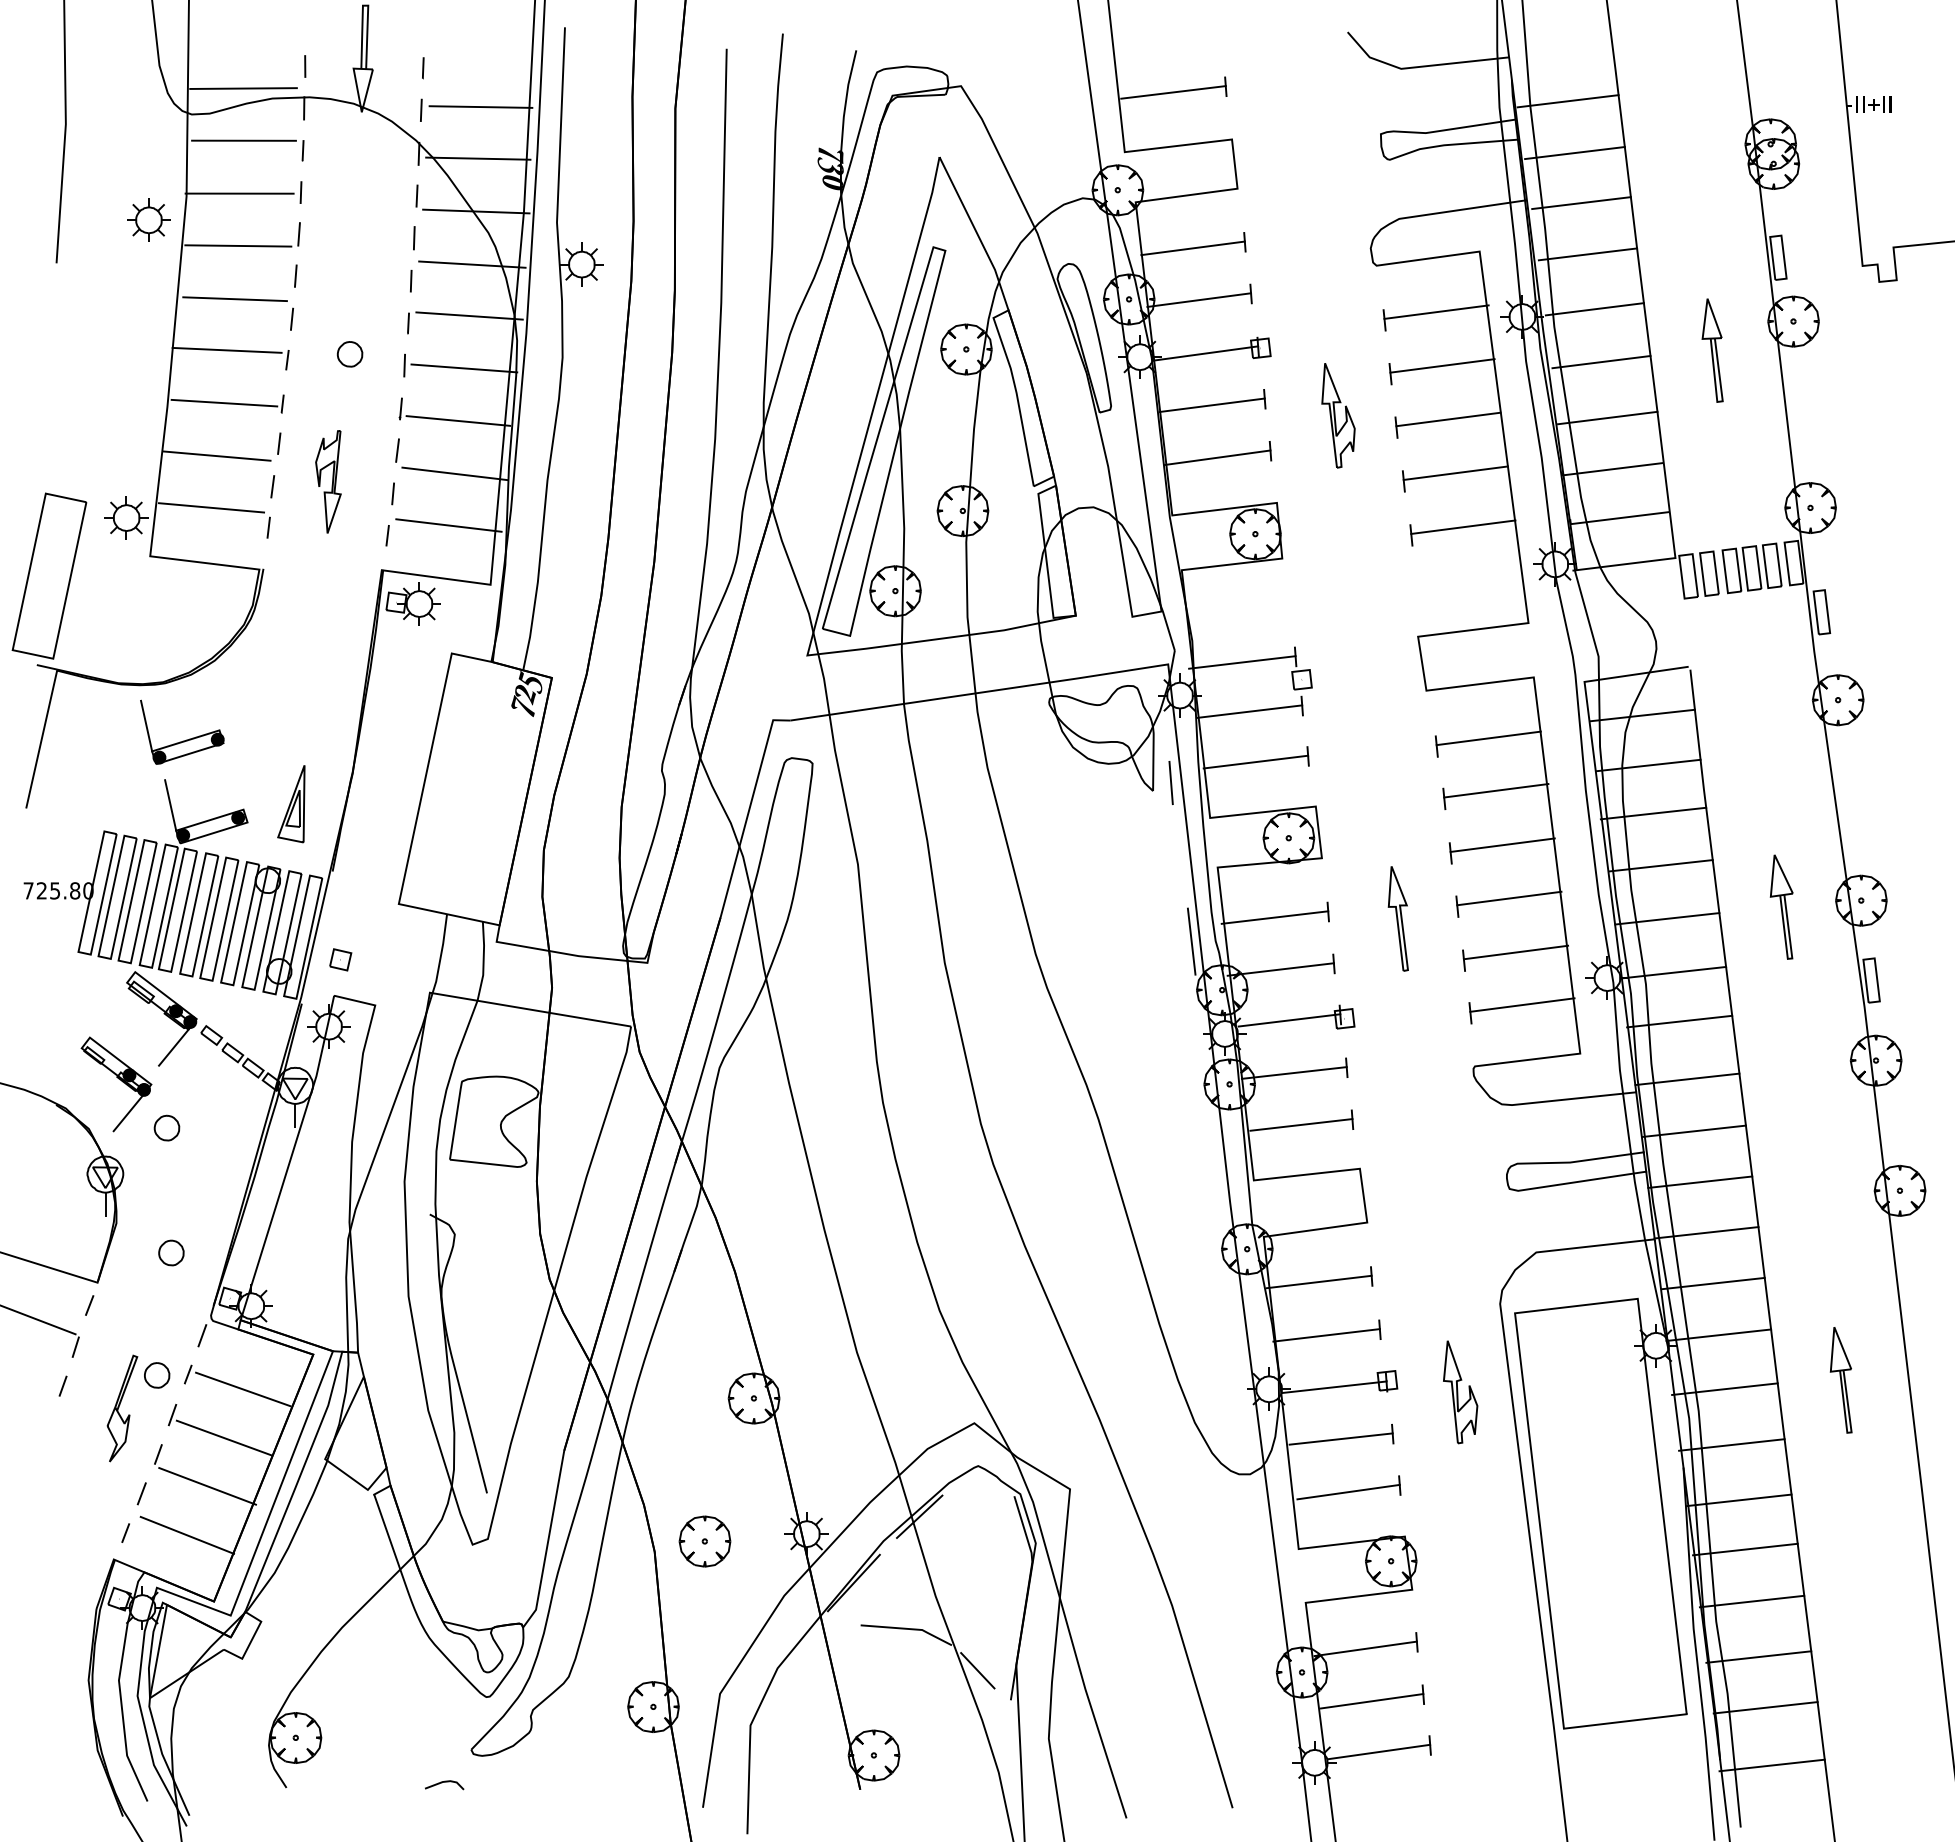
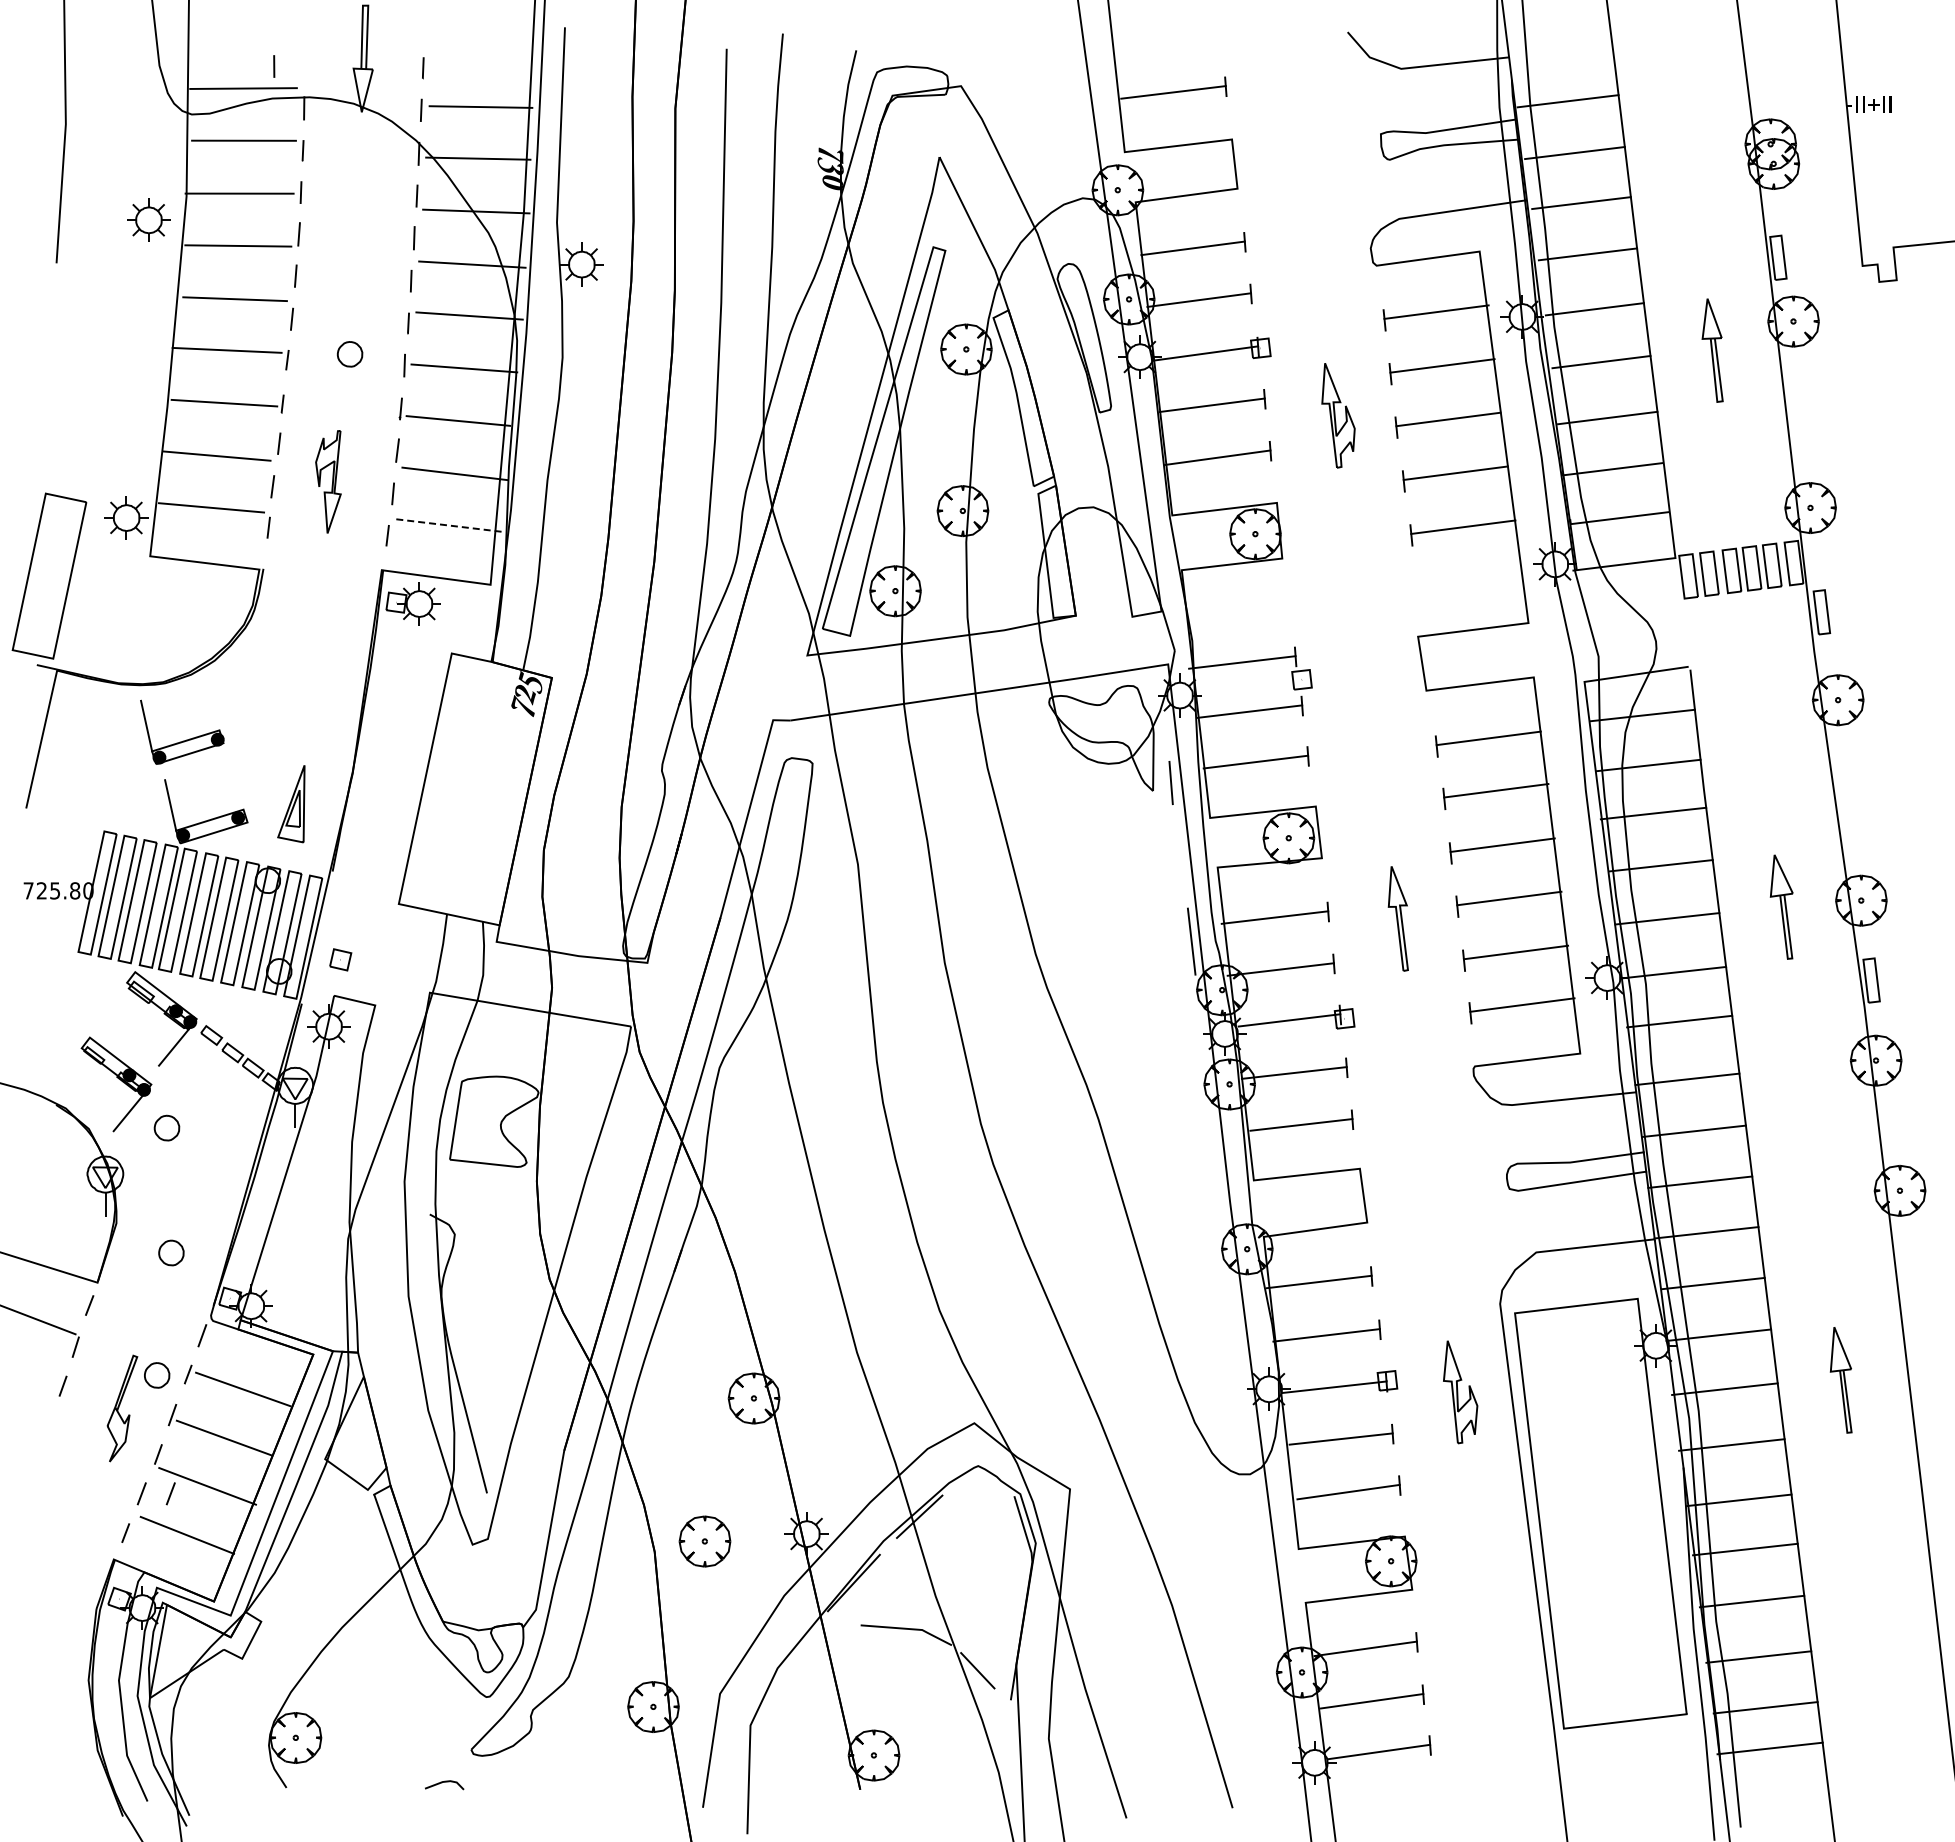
line at (305, 66) position: (305, 66) -> (274, 66)
line at (449, 525): solid -> dashed
line at (170, 1493): none -> present
line at (1771, 1765) position: (1771, 1765) -> (1769, 1748)
